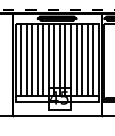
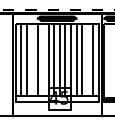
line at (32, 60): present -> none
line at (43, 60): present -> none
line at (87, 60): present -> none
